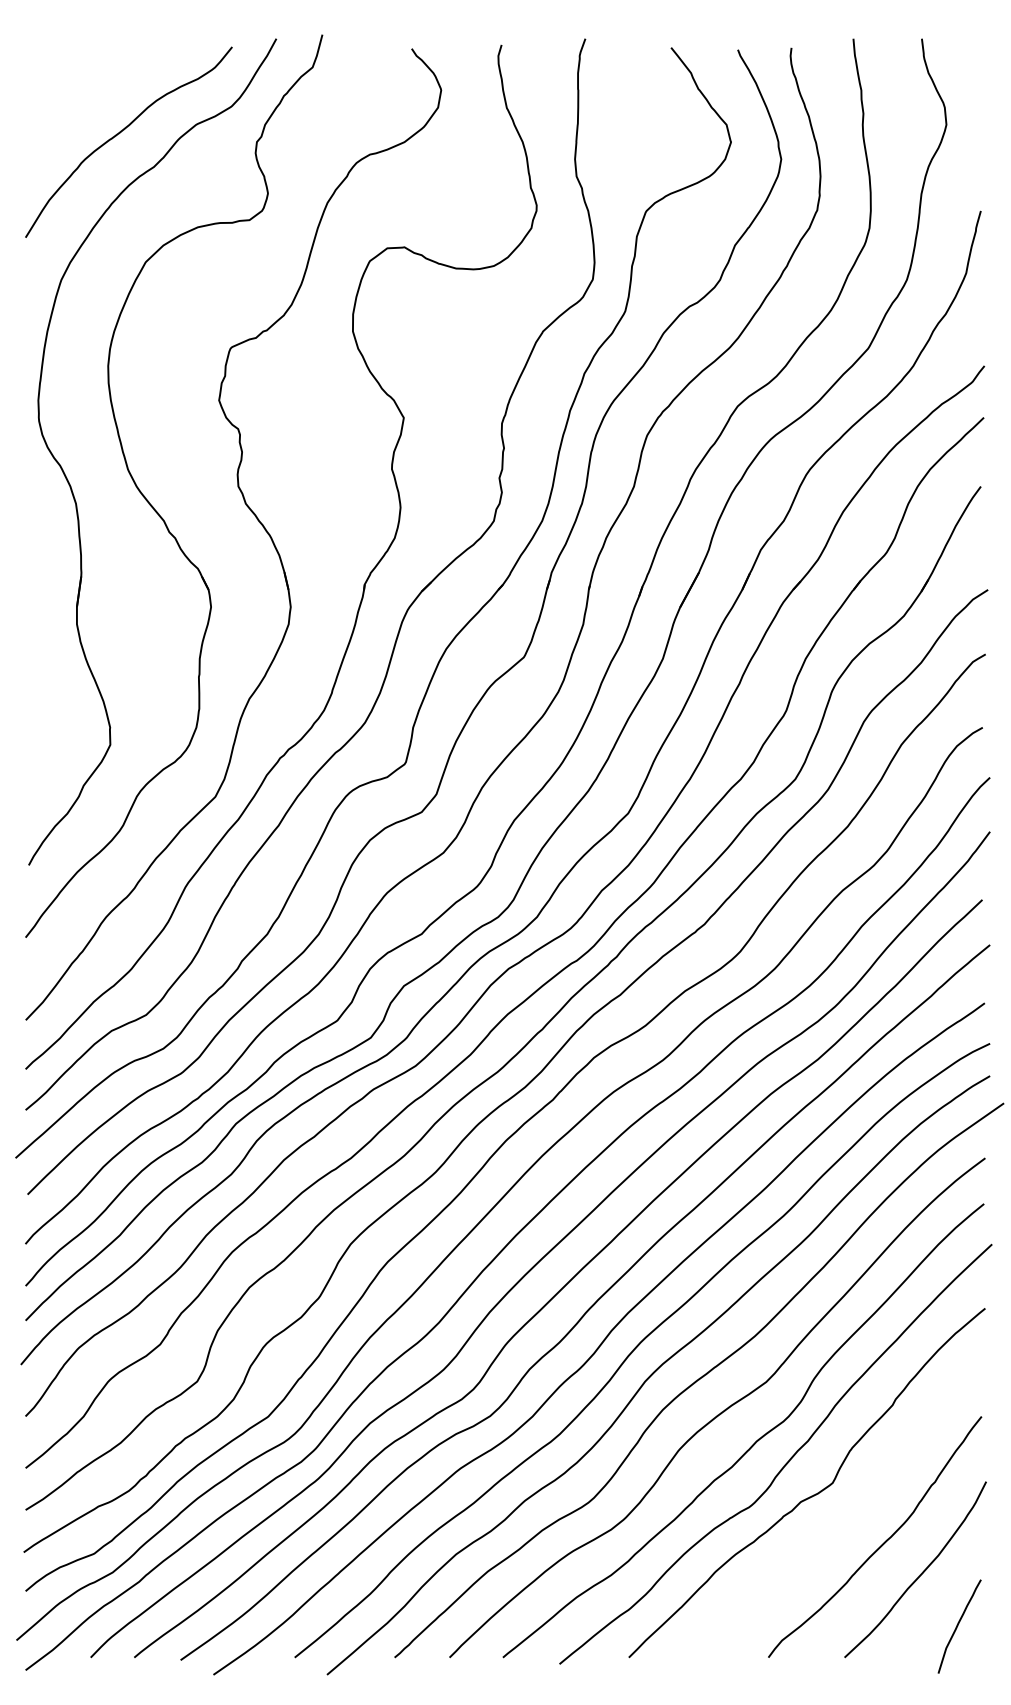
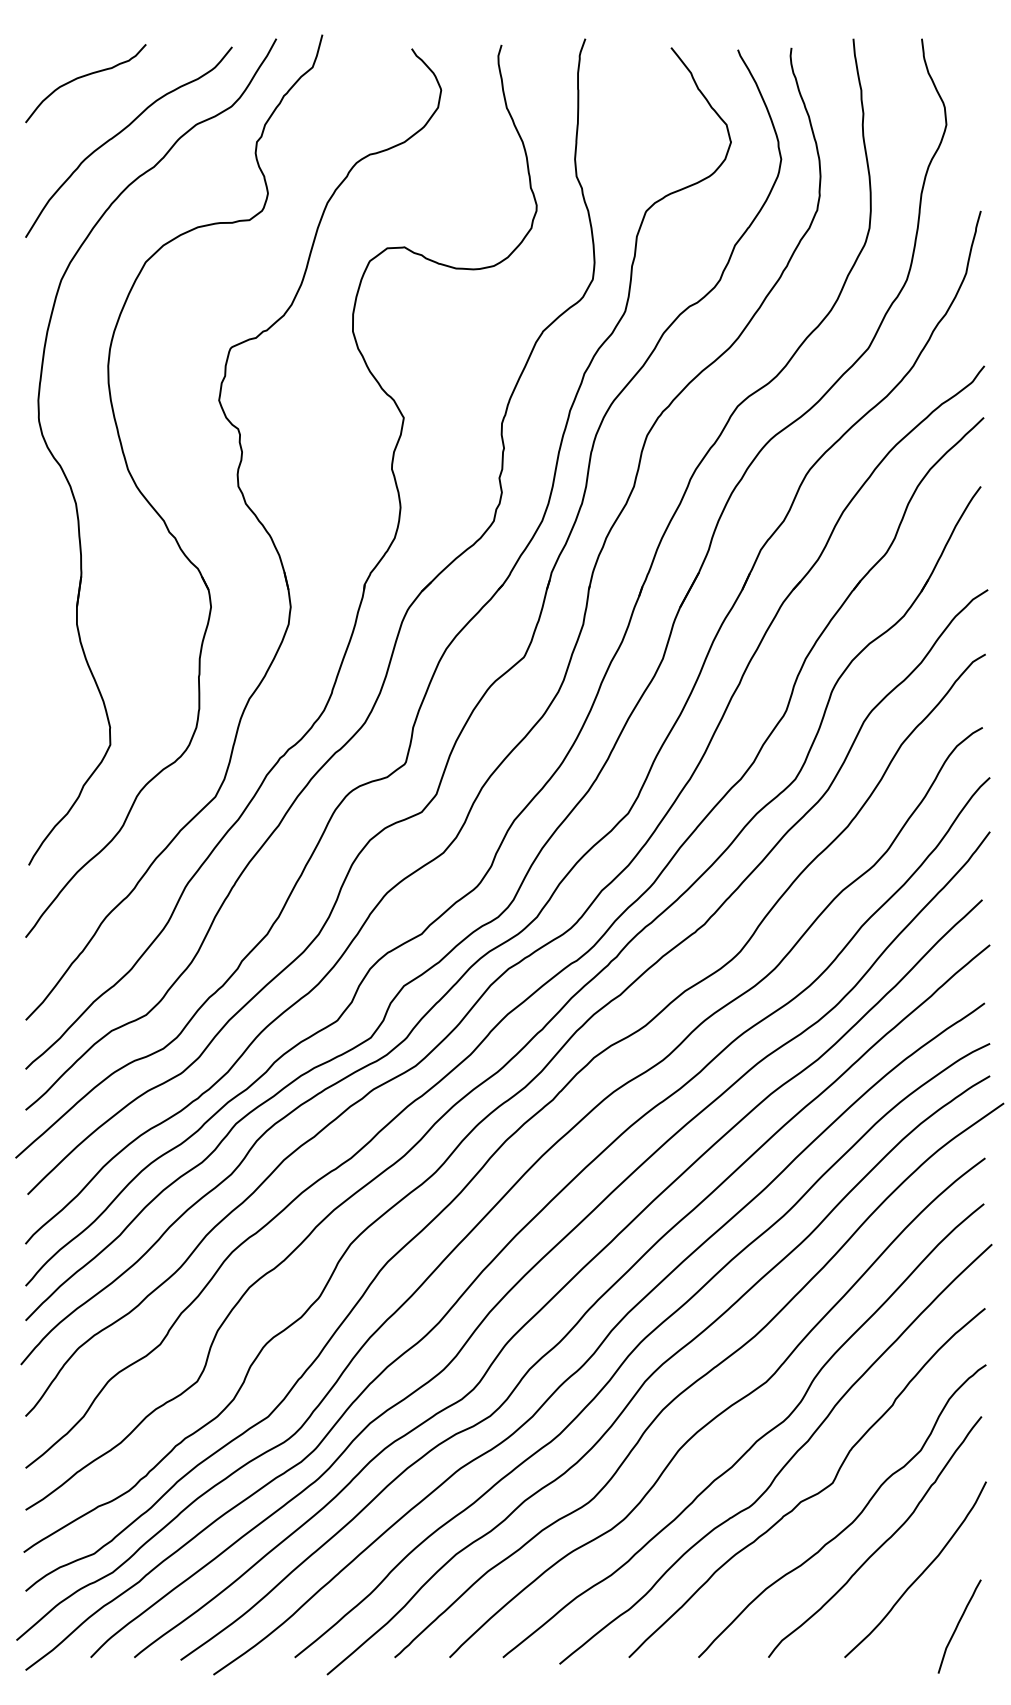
curve at (83, 77): none -> present
curve at (855, 1517): none -> present
